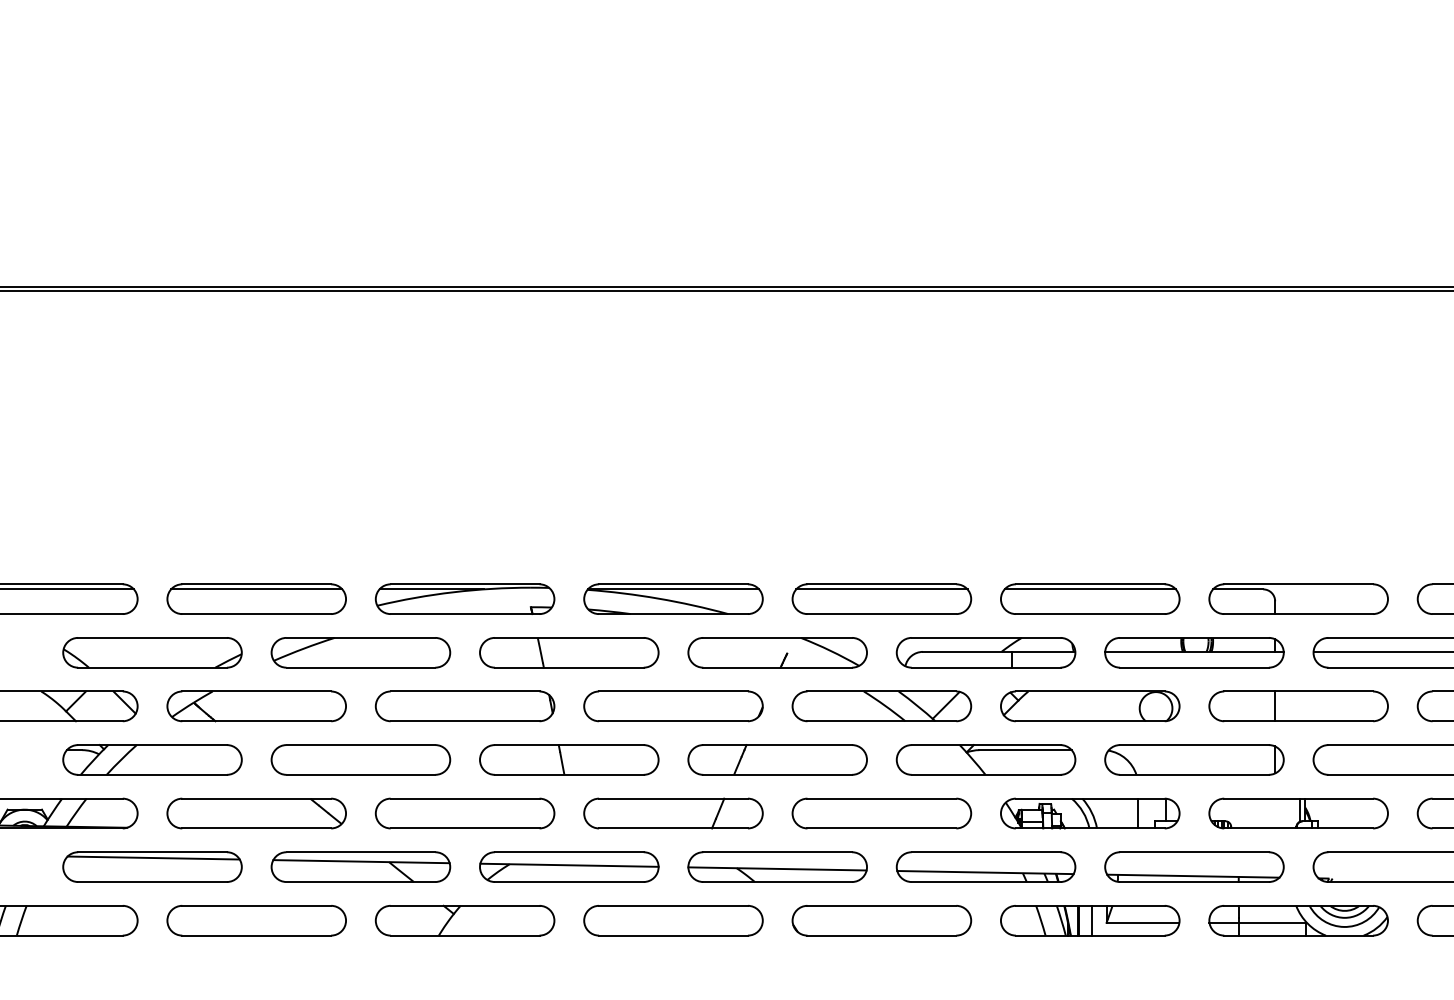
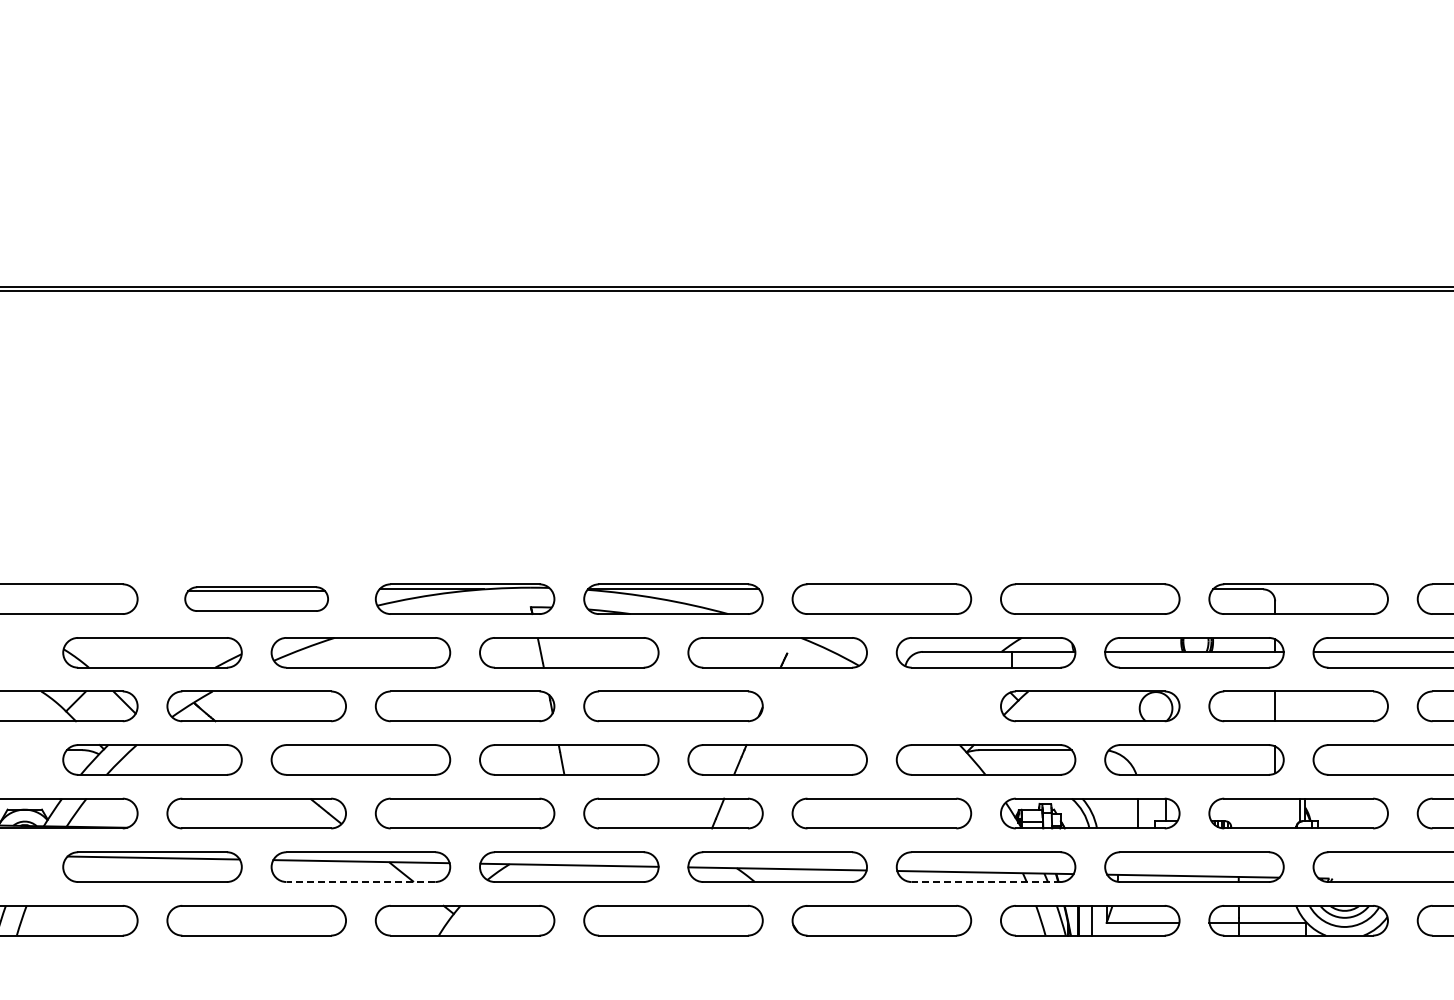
line at (67, 589): present -> none
line at (881, 589): present -> none
line at (1089, 589): present -> none
part at (256, 598) size: 181x32 px -> 145x26 px
part at (881, 706): present -> none
line at (360, 882): solid -> dashed
line at (985, 882): solid -> dashed
